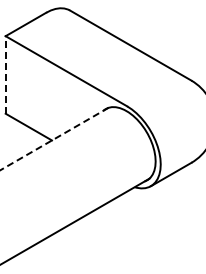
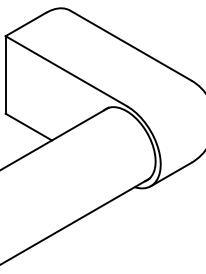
line at (5, 74): dashed -> solid
line at (54, 139): dashed -> solid
